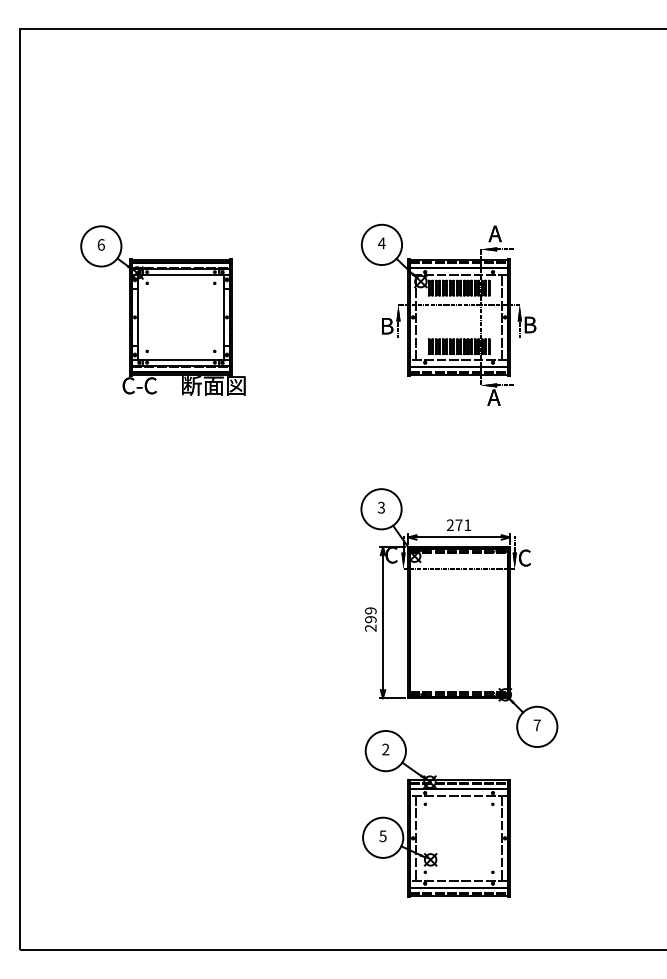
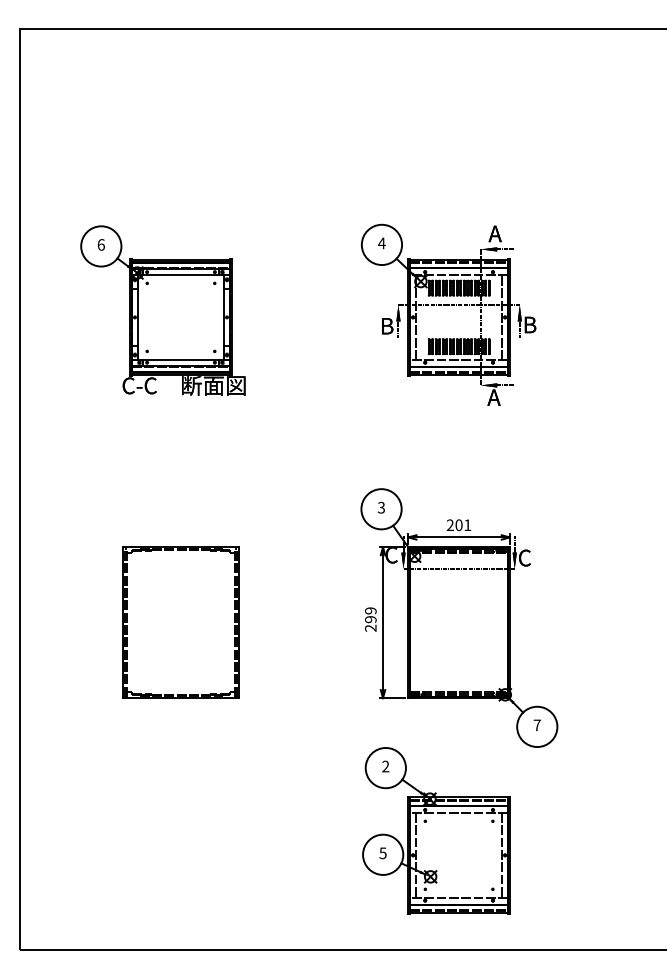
text at (458, 525): 271 -> 201
part at (180, 622): none -> present
part at (436, 813) position: (436, 813) -> (436, 830)
